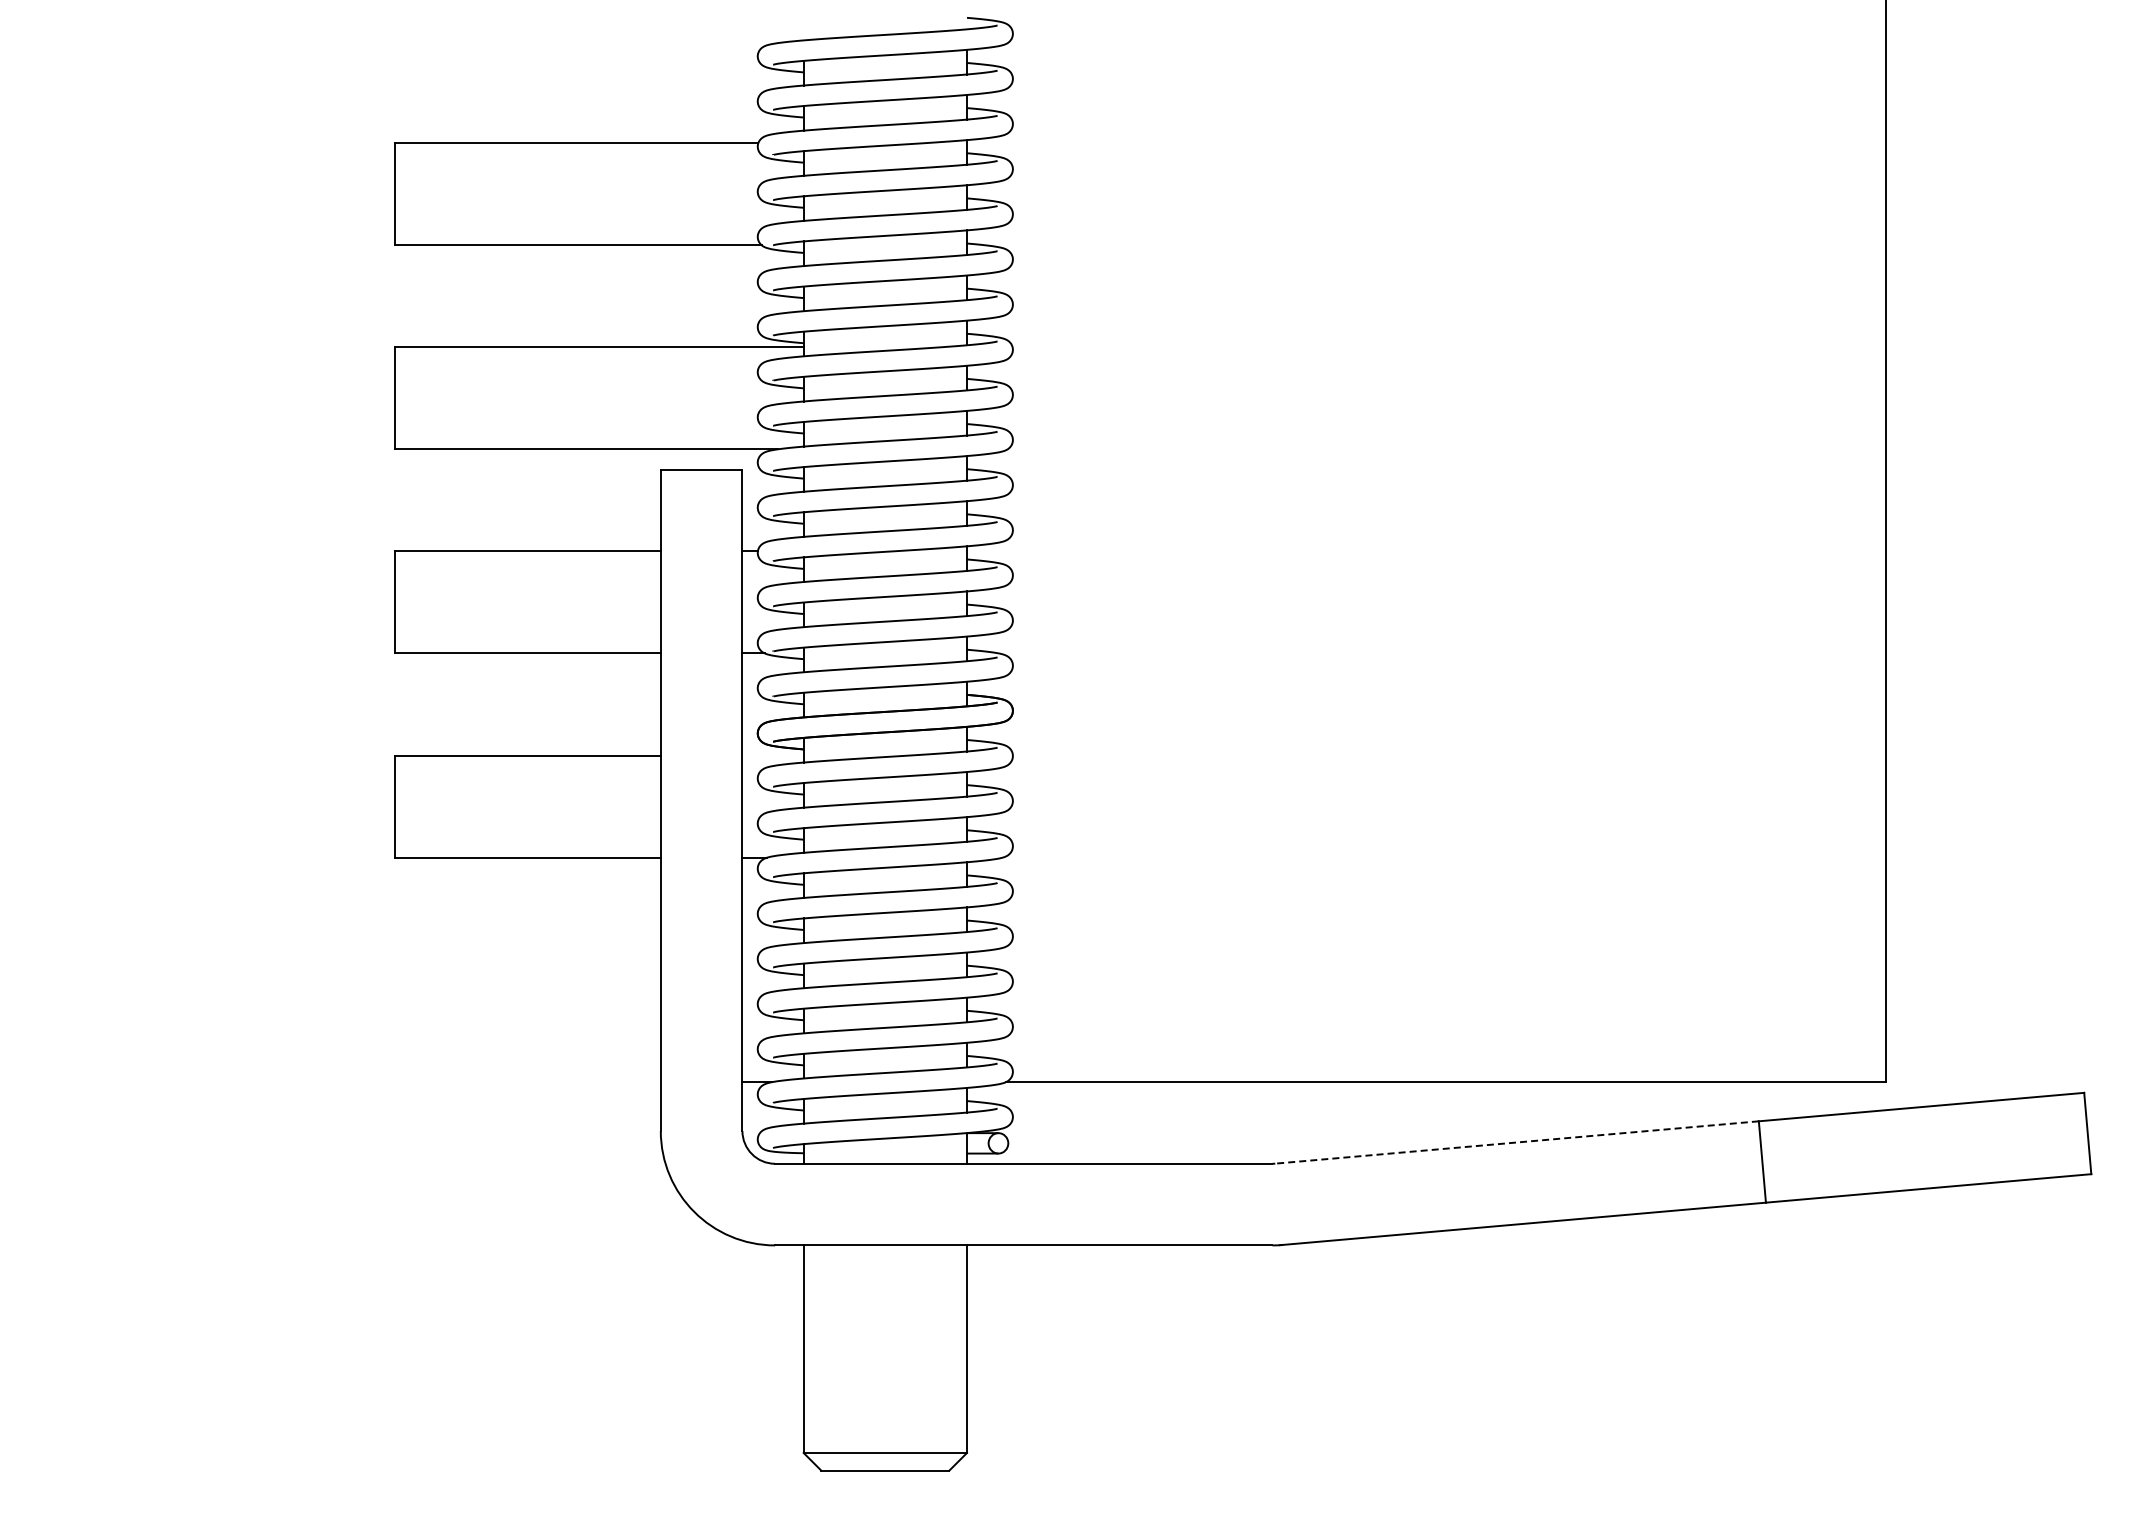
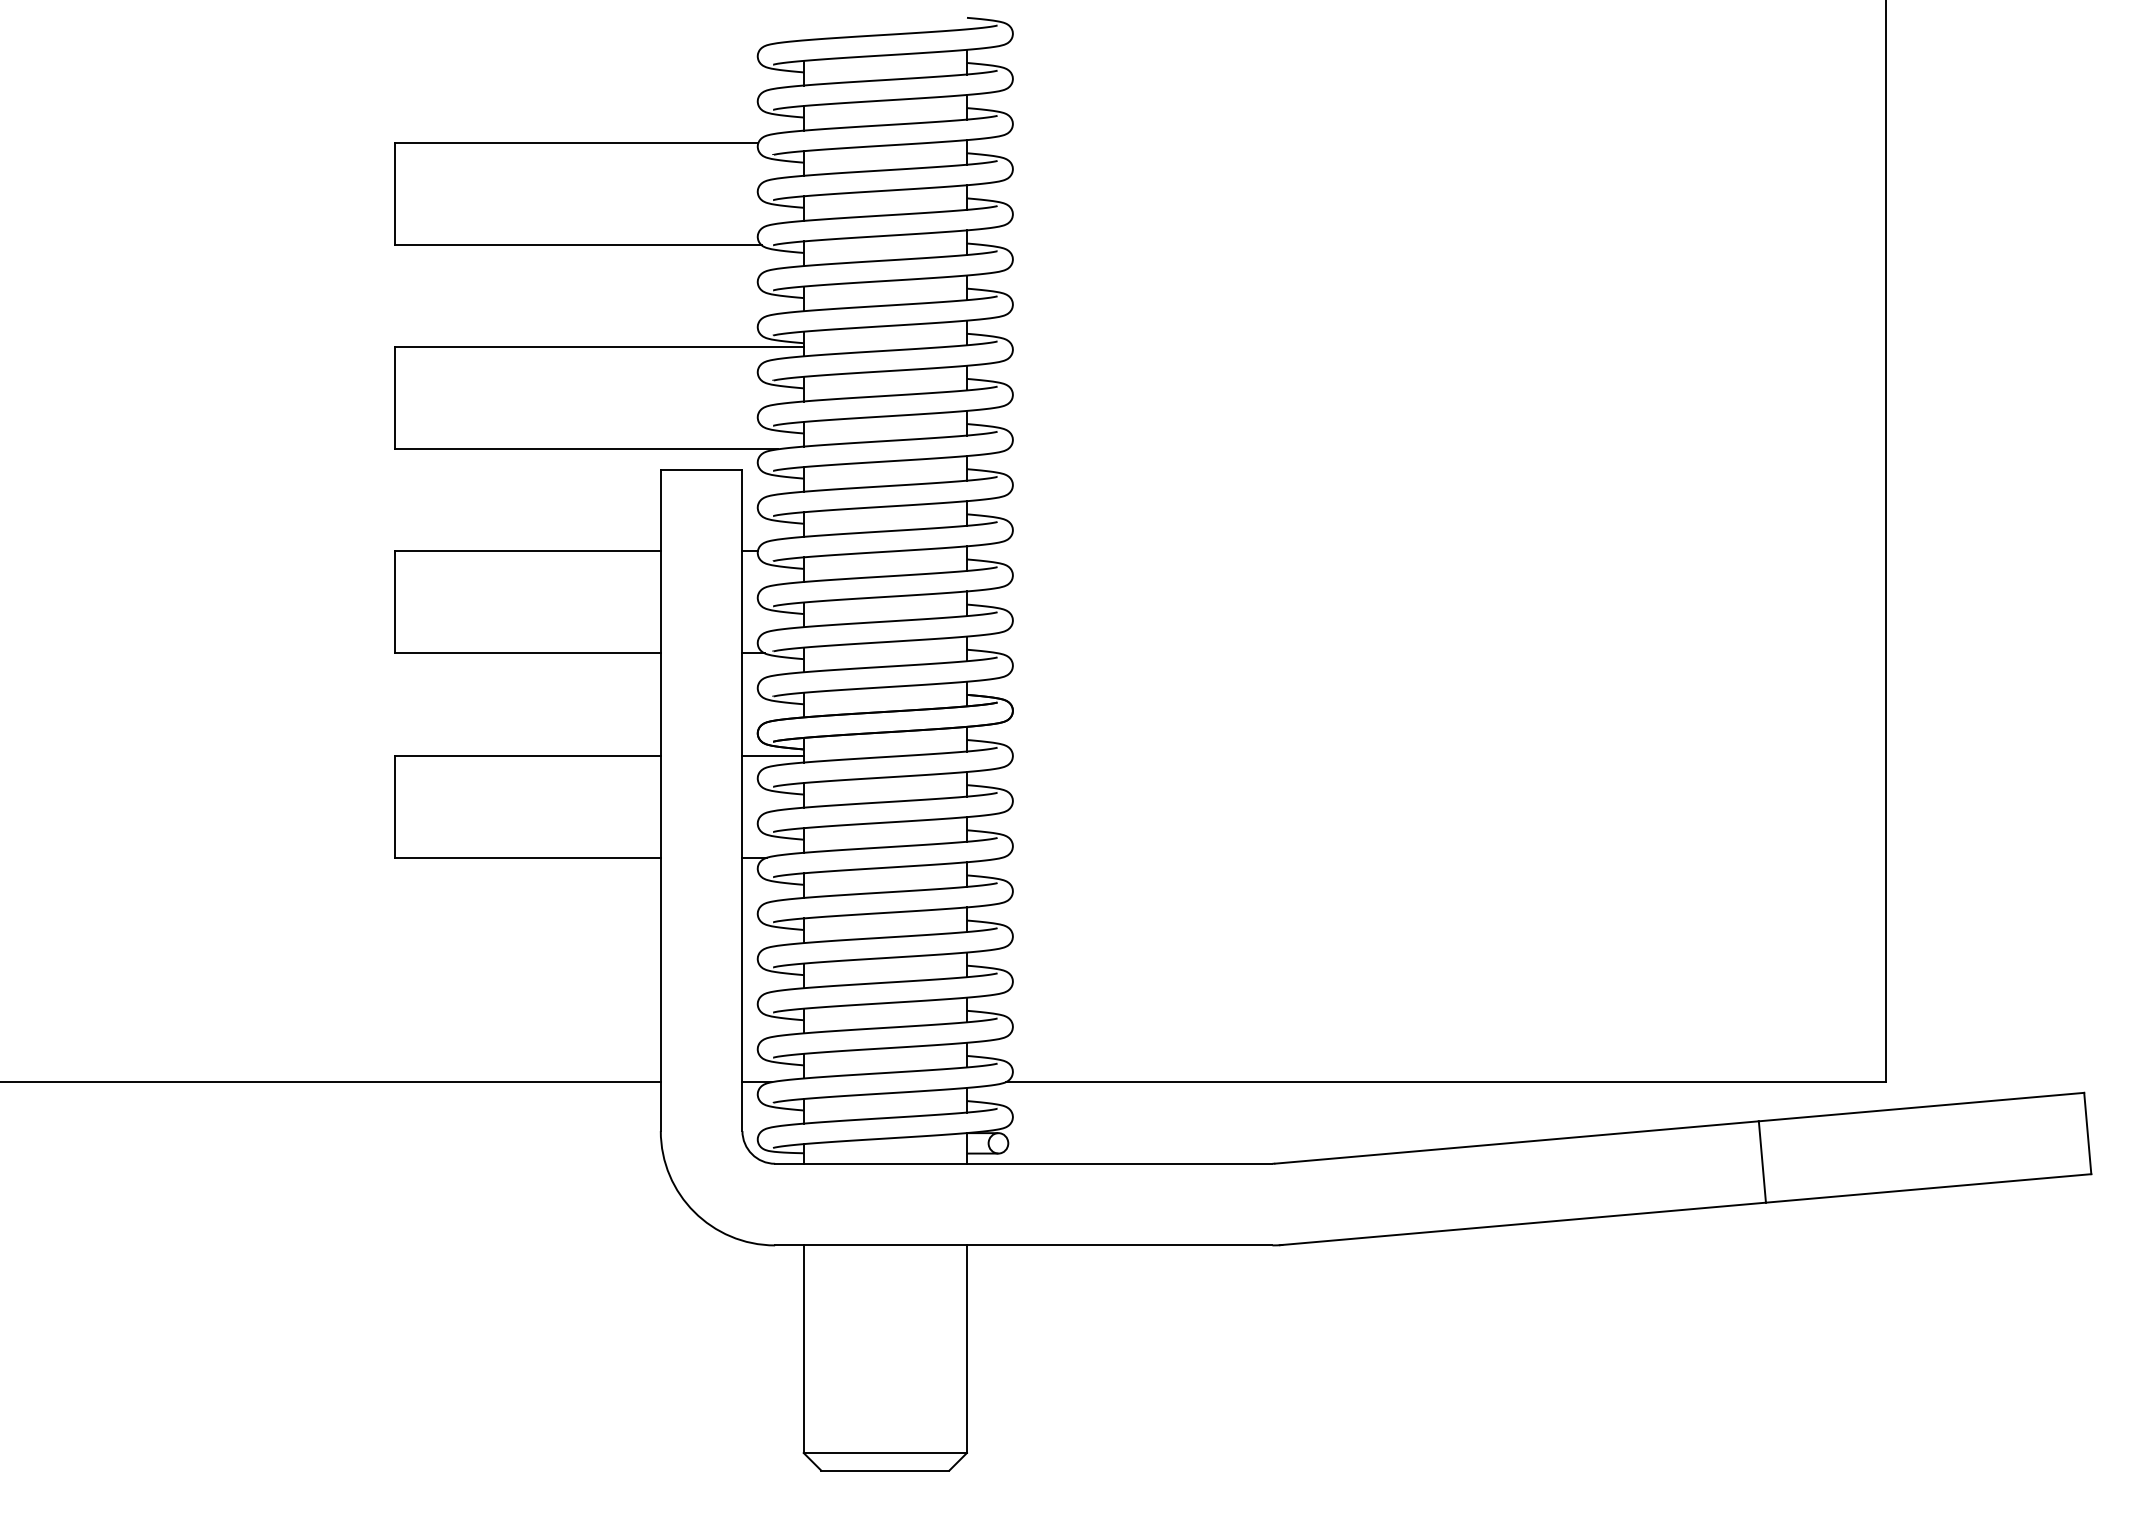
line at (772, 755): none -> present
line at (331, 1082): none -> present
line at (1517, 1142): dashed -> solid
